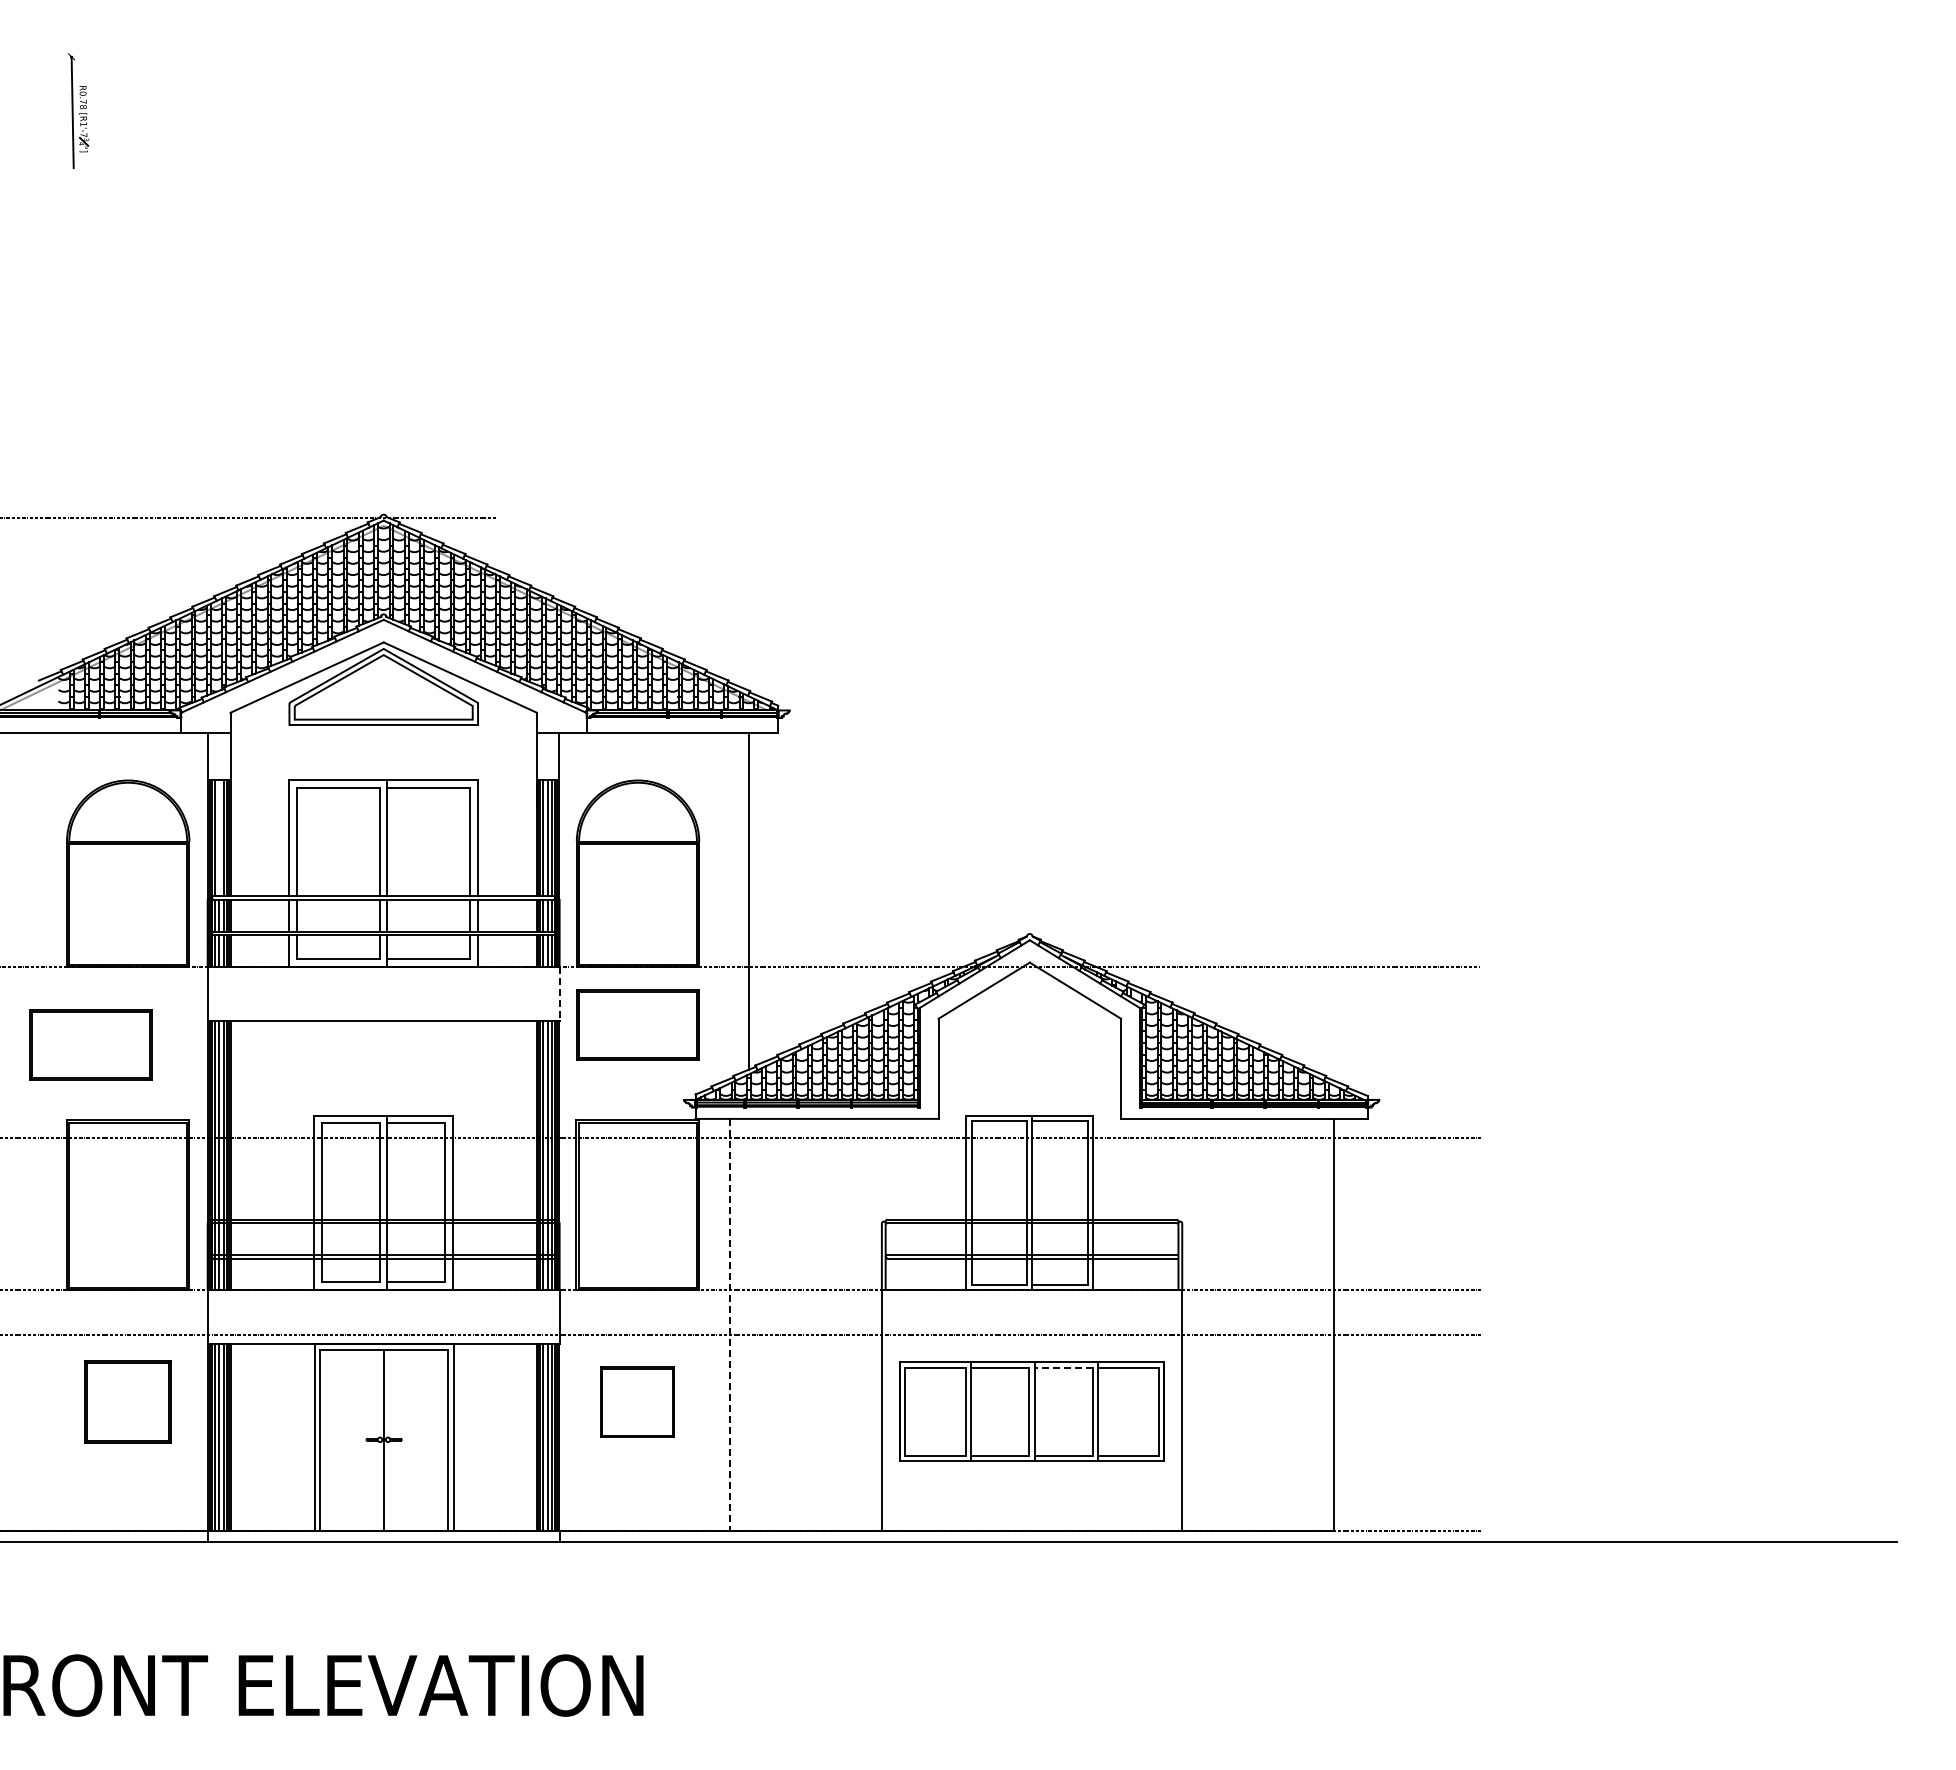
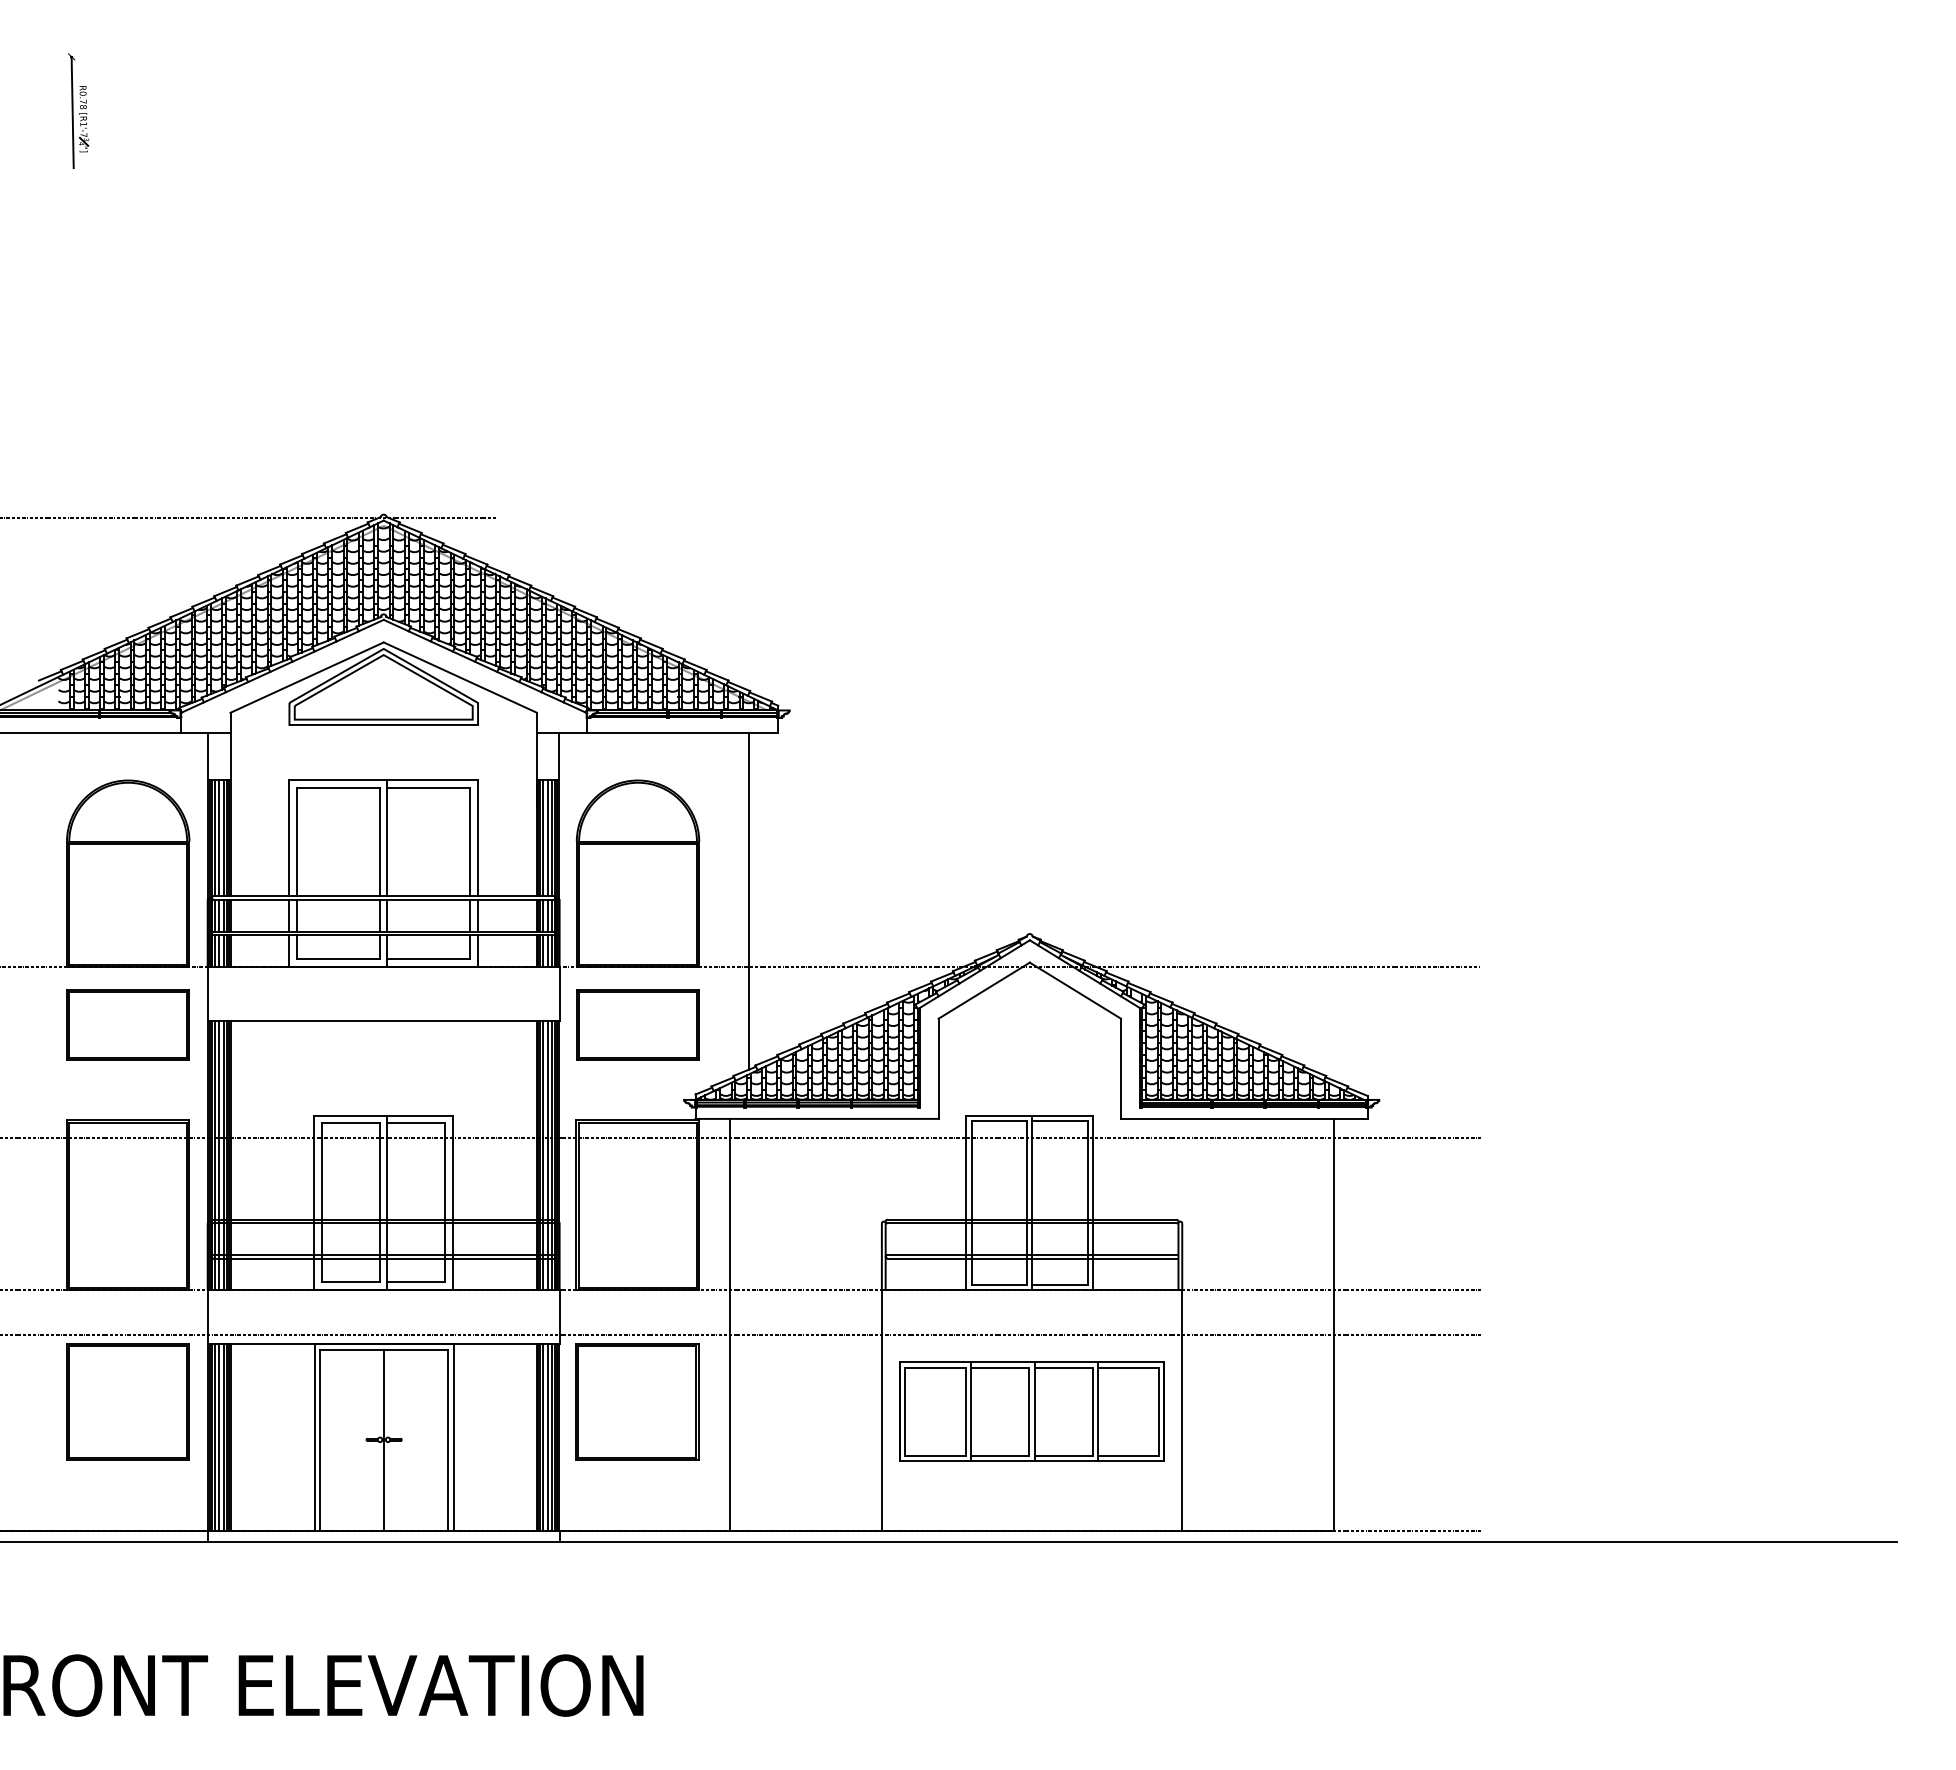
line at (219, 838): none -> present
line at (559, 994): dashed -> solid
part at (90, 1044) position: (90, 1044) -> (127, 1024)
line at (729, 1325): dashed -> solid
line at (1063, 1367): dashed -> solid
part at (127, 1401) size: 88x84 px -> 124x118 px
part at (637, 1401) size: 75x72 px -> 125x118 px
